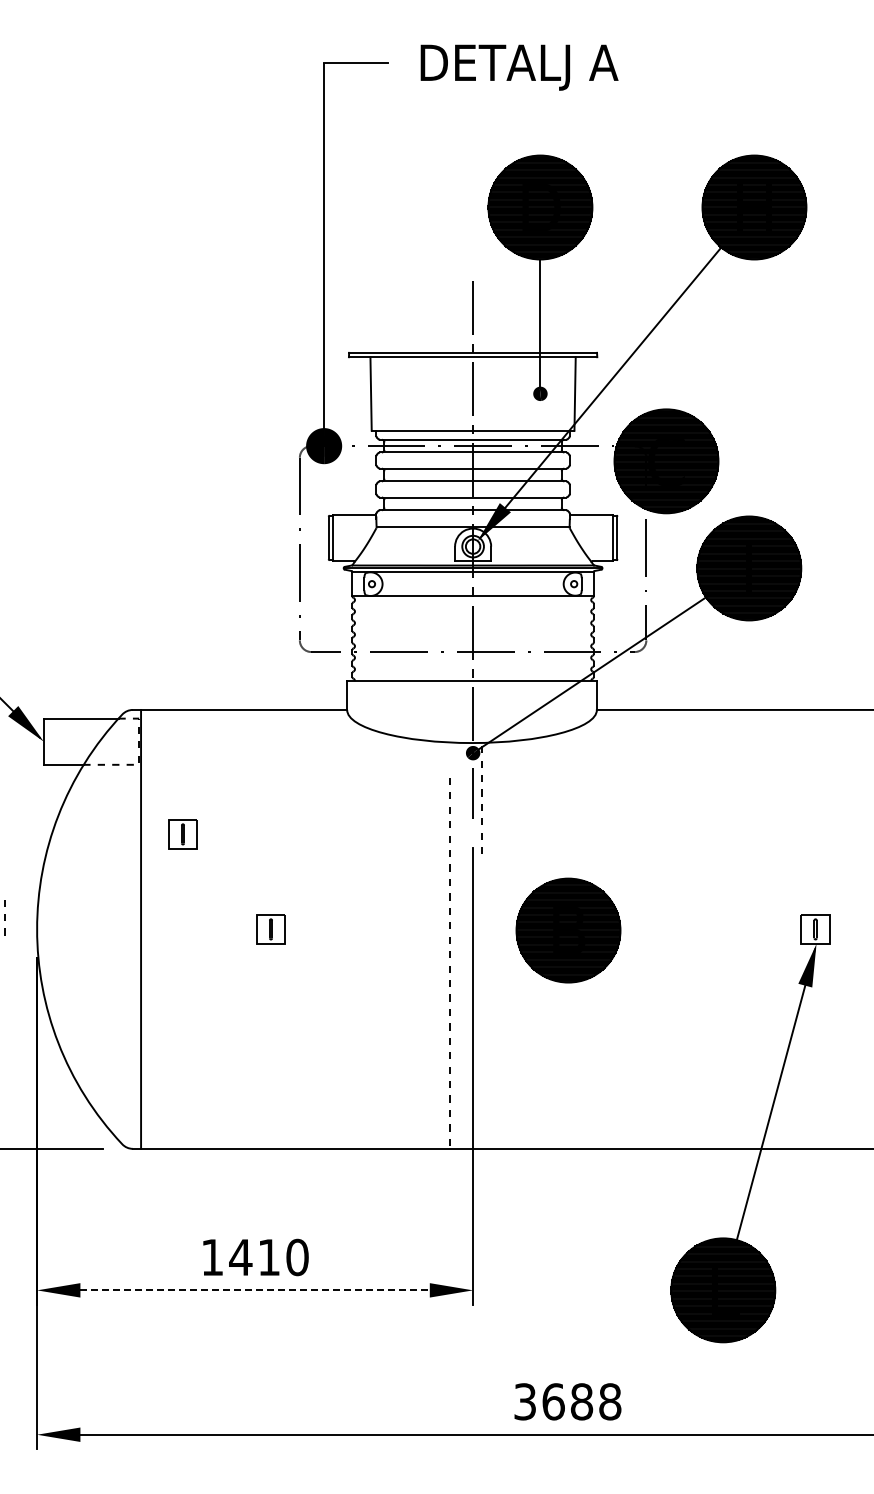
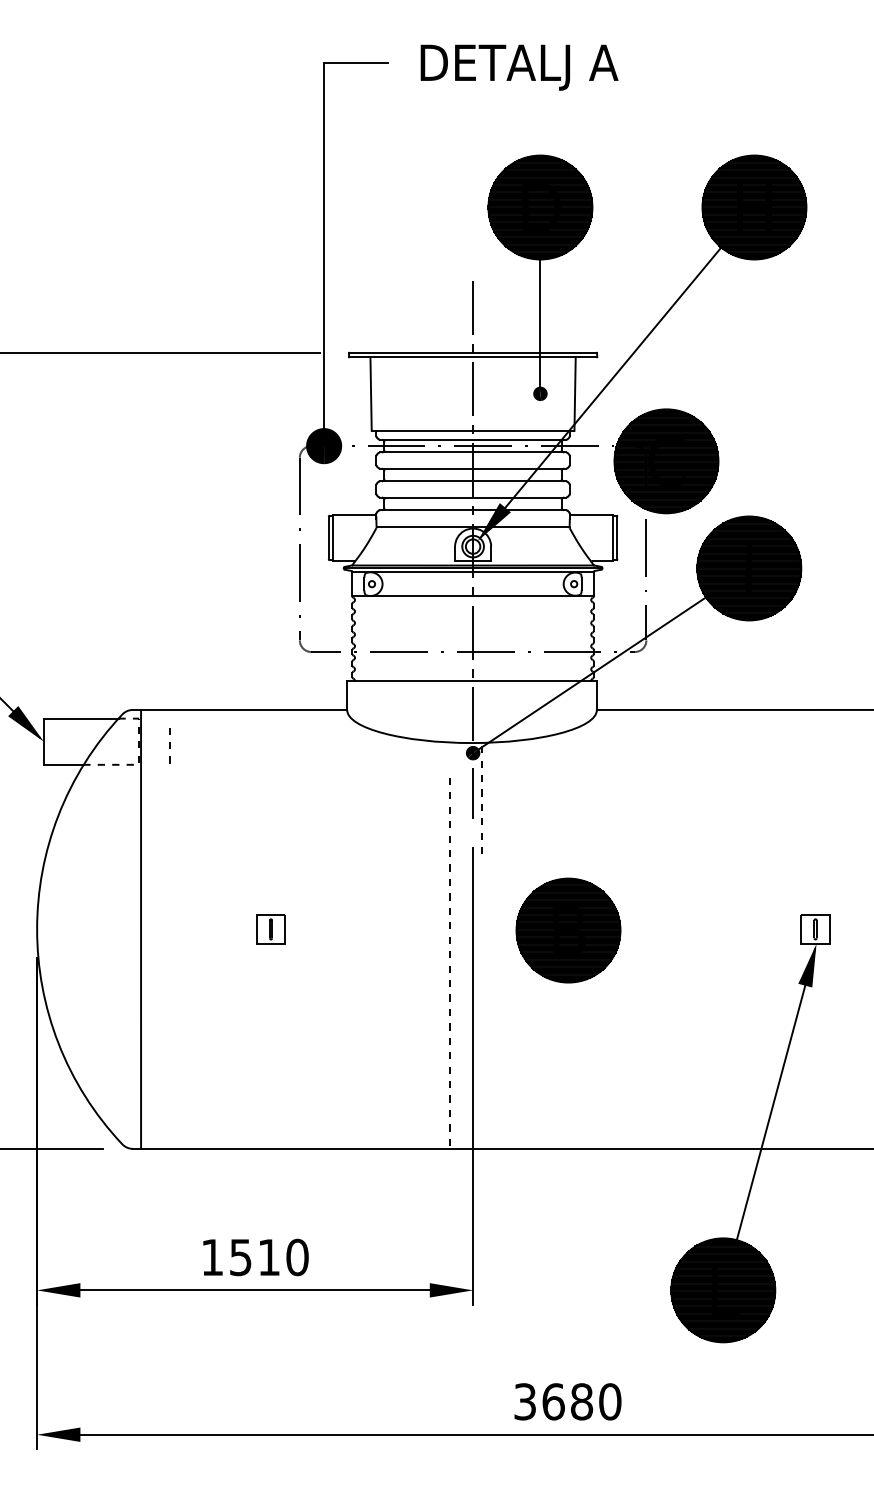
line at (161, 352): none -> present
part at (182, 834): present -> none
line at (4, 917) position: (4, 917) -> (169, 745)
text at (240, 1257): 1410 -> 1510
line at (255, 1290): dashed -> solid
text at (610, 1401): 3688 -> 3680
